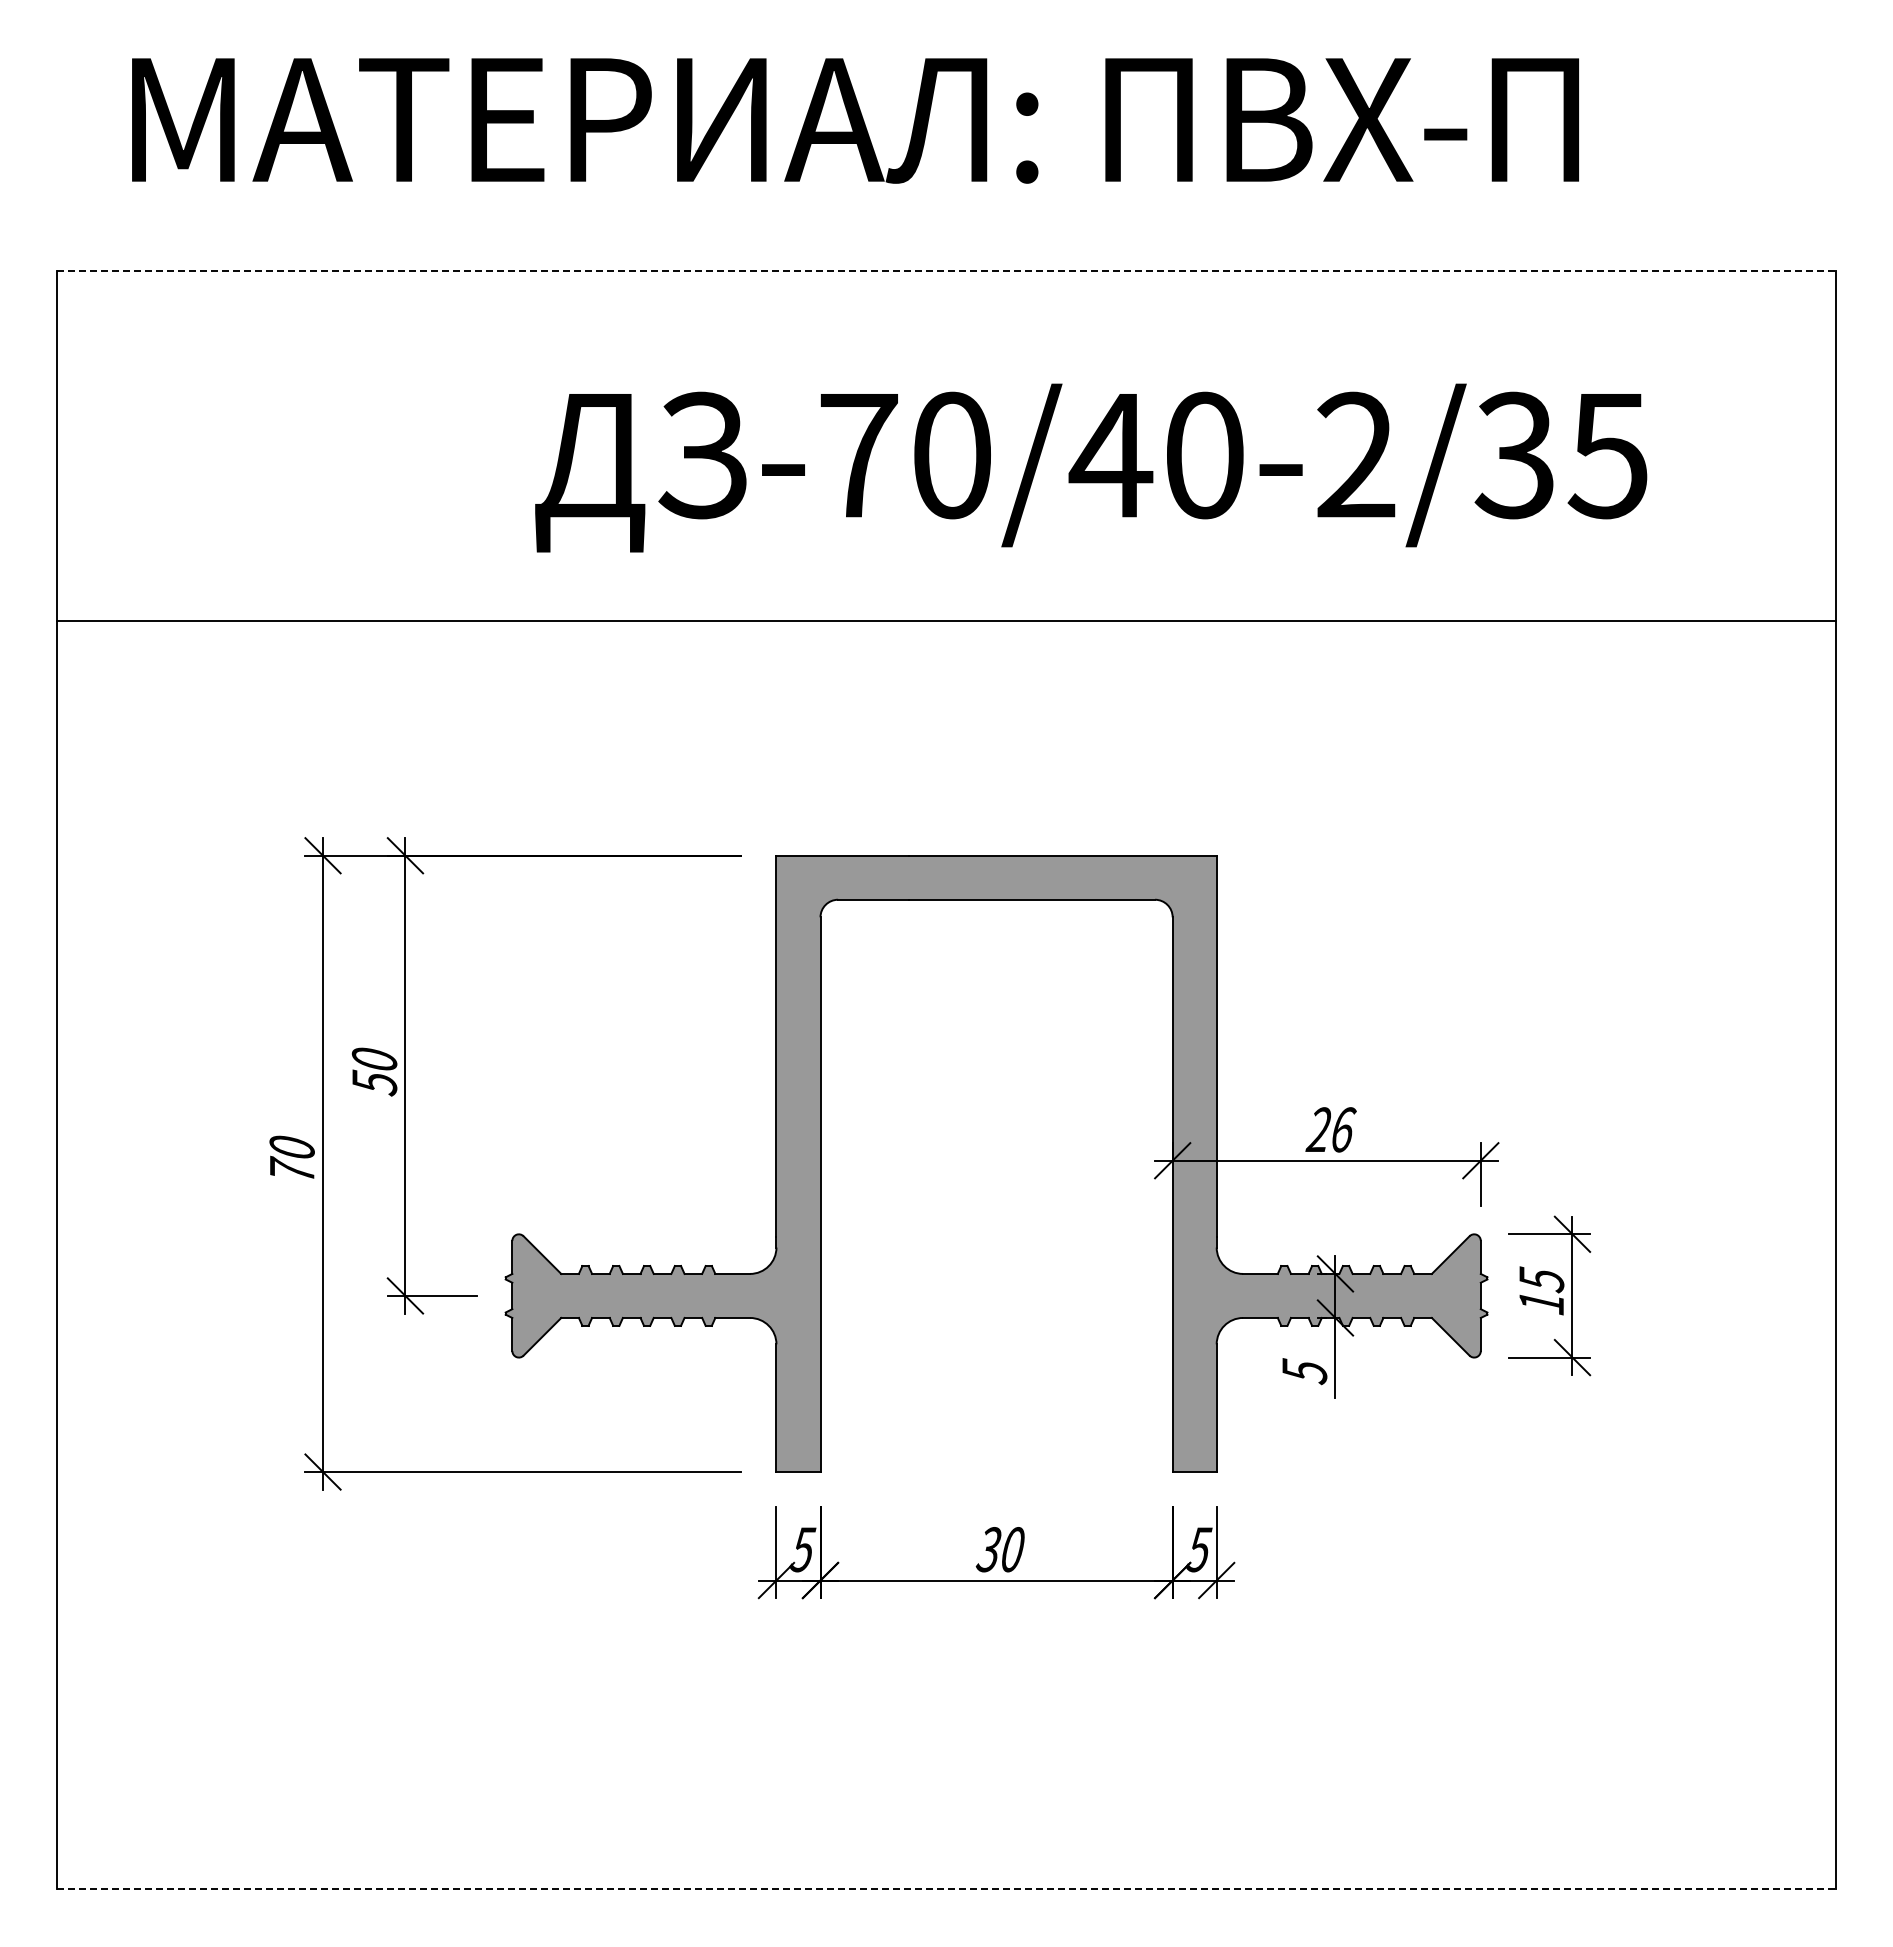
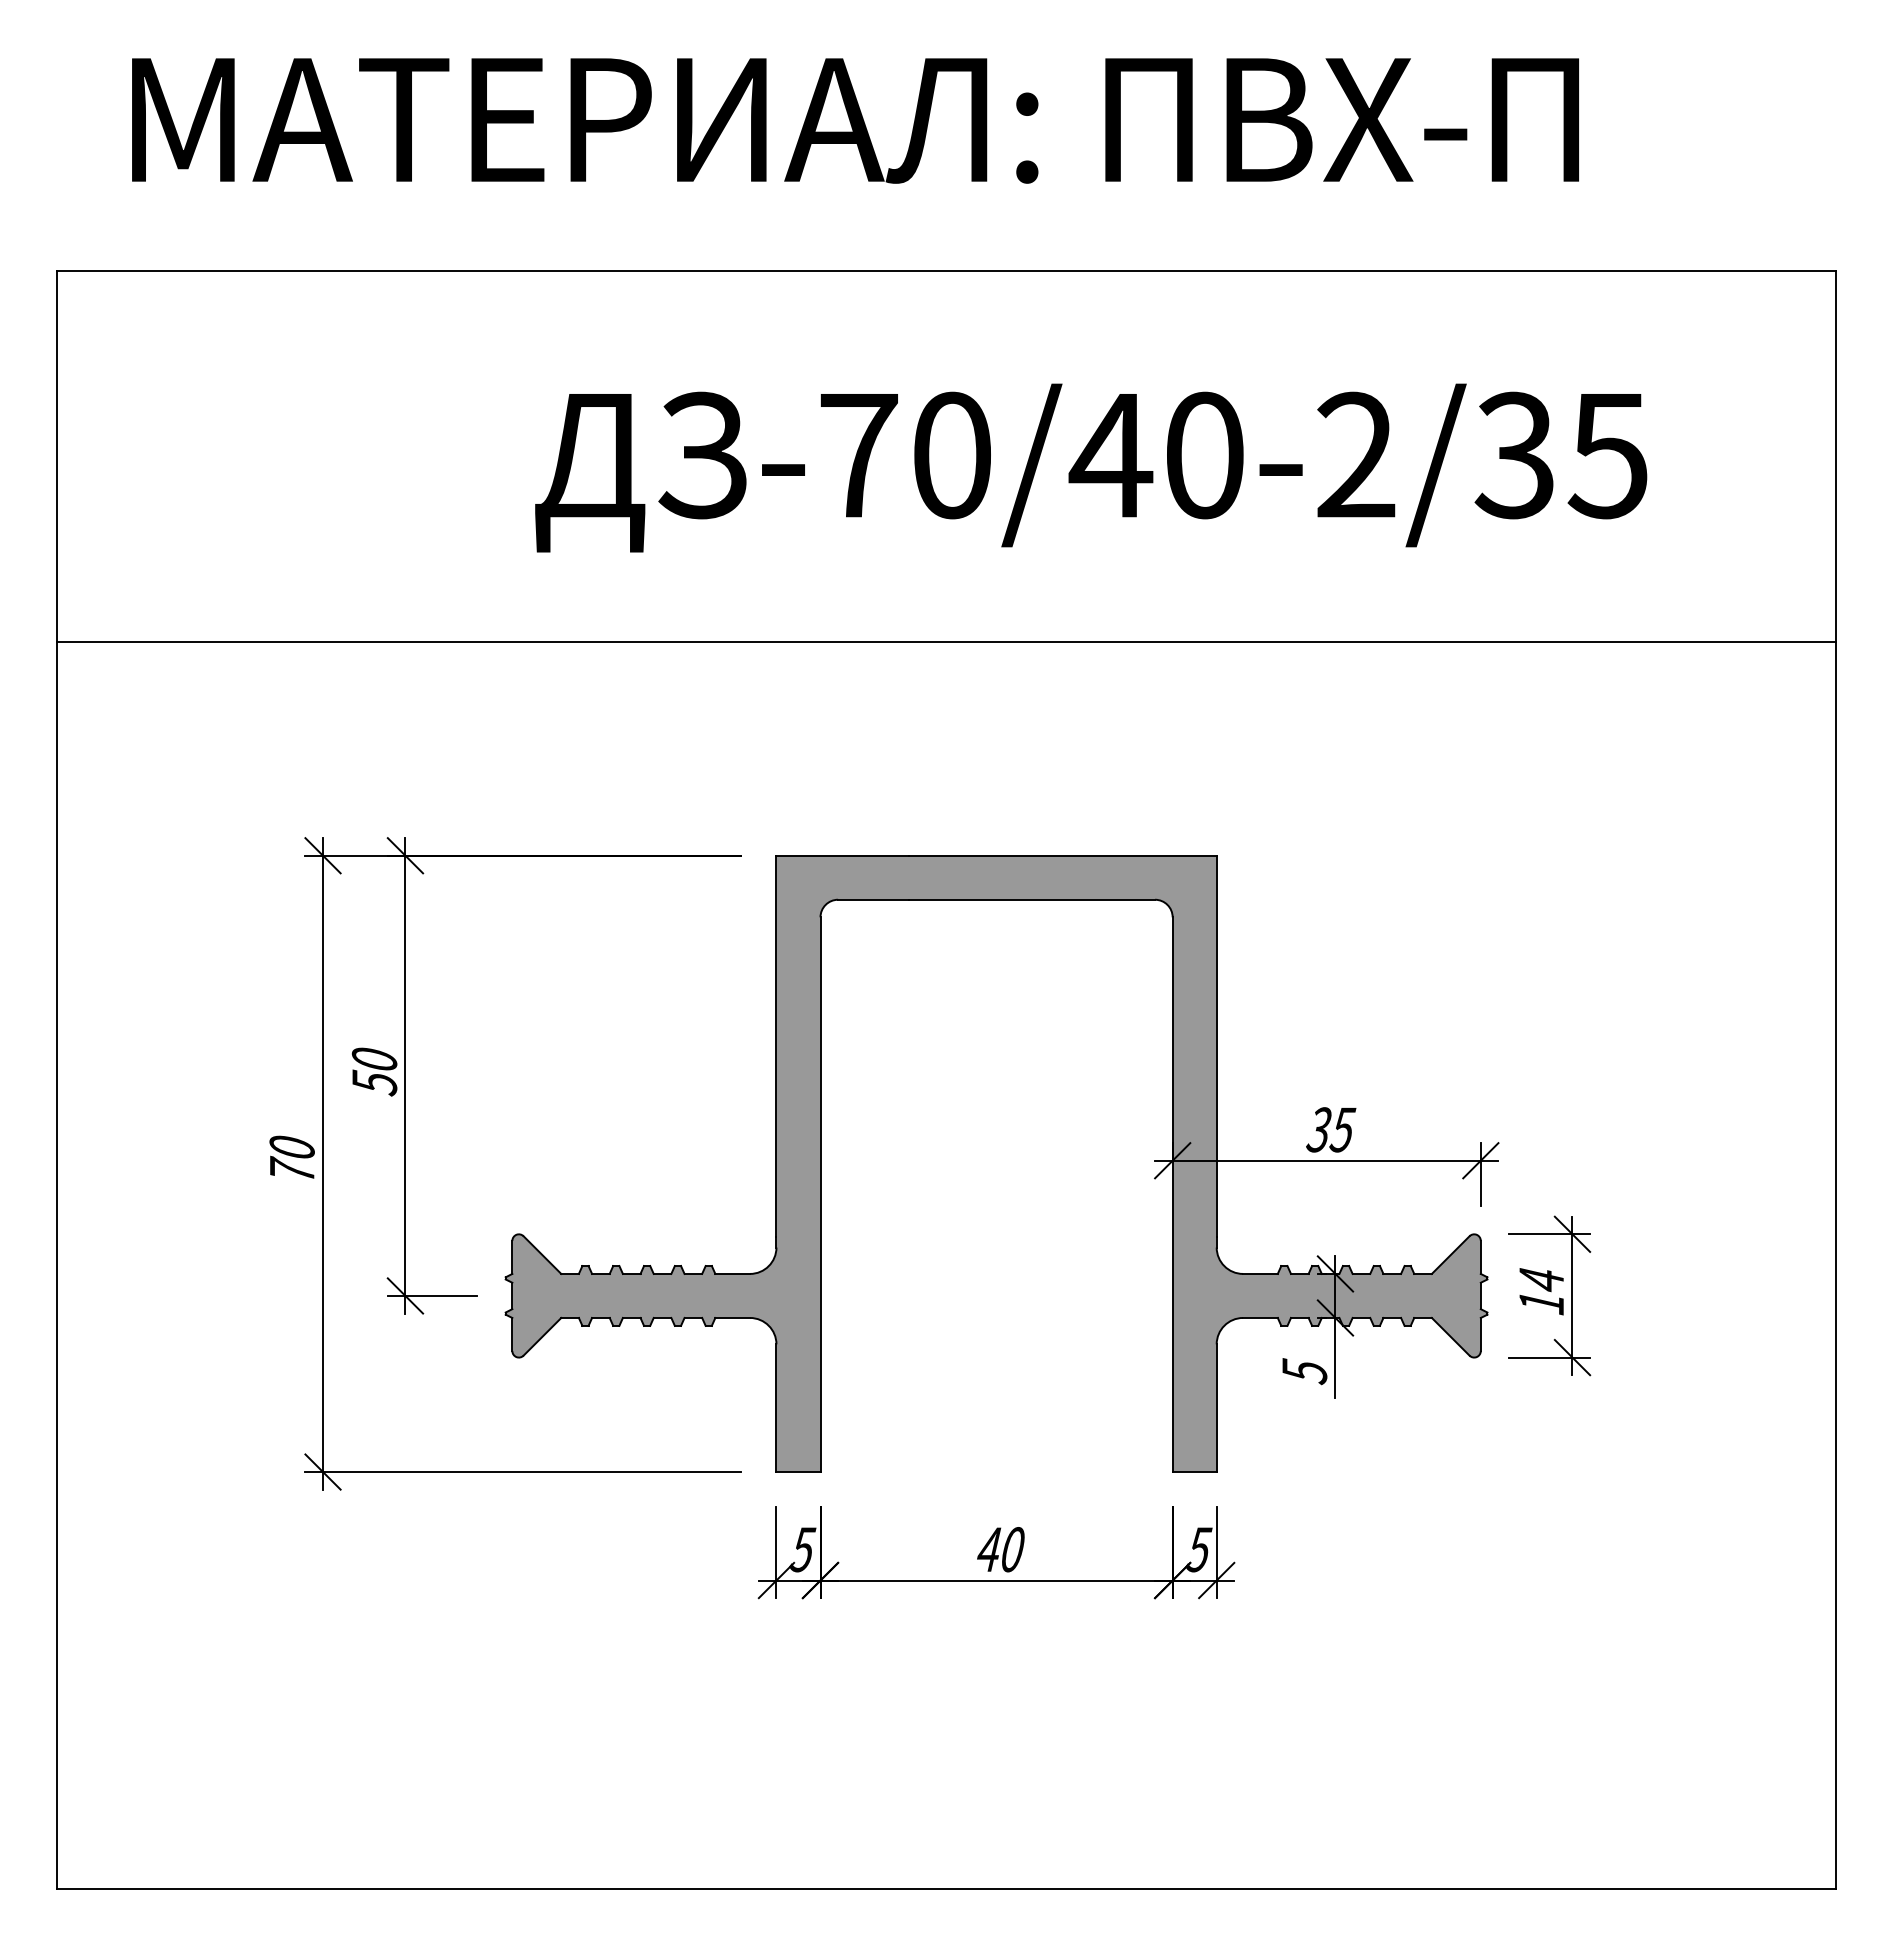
line at (946, 270): dashed -> solid
line at (946, 621) position: (946, 621) -> (946, 642)
text at (1330, 1129): 26 -> 35
text at (1541, 1279): 15 -> 14
text at (988, 1549): 30 -> 40
line at (946, 1888): dashed -> solid
